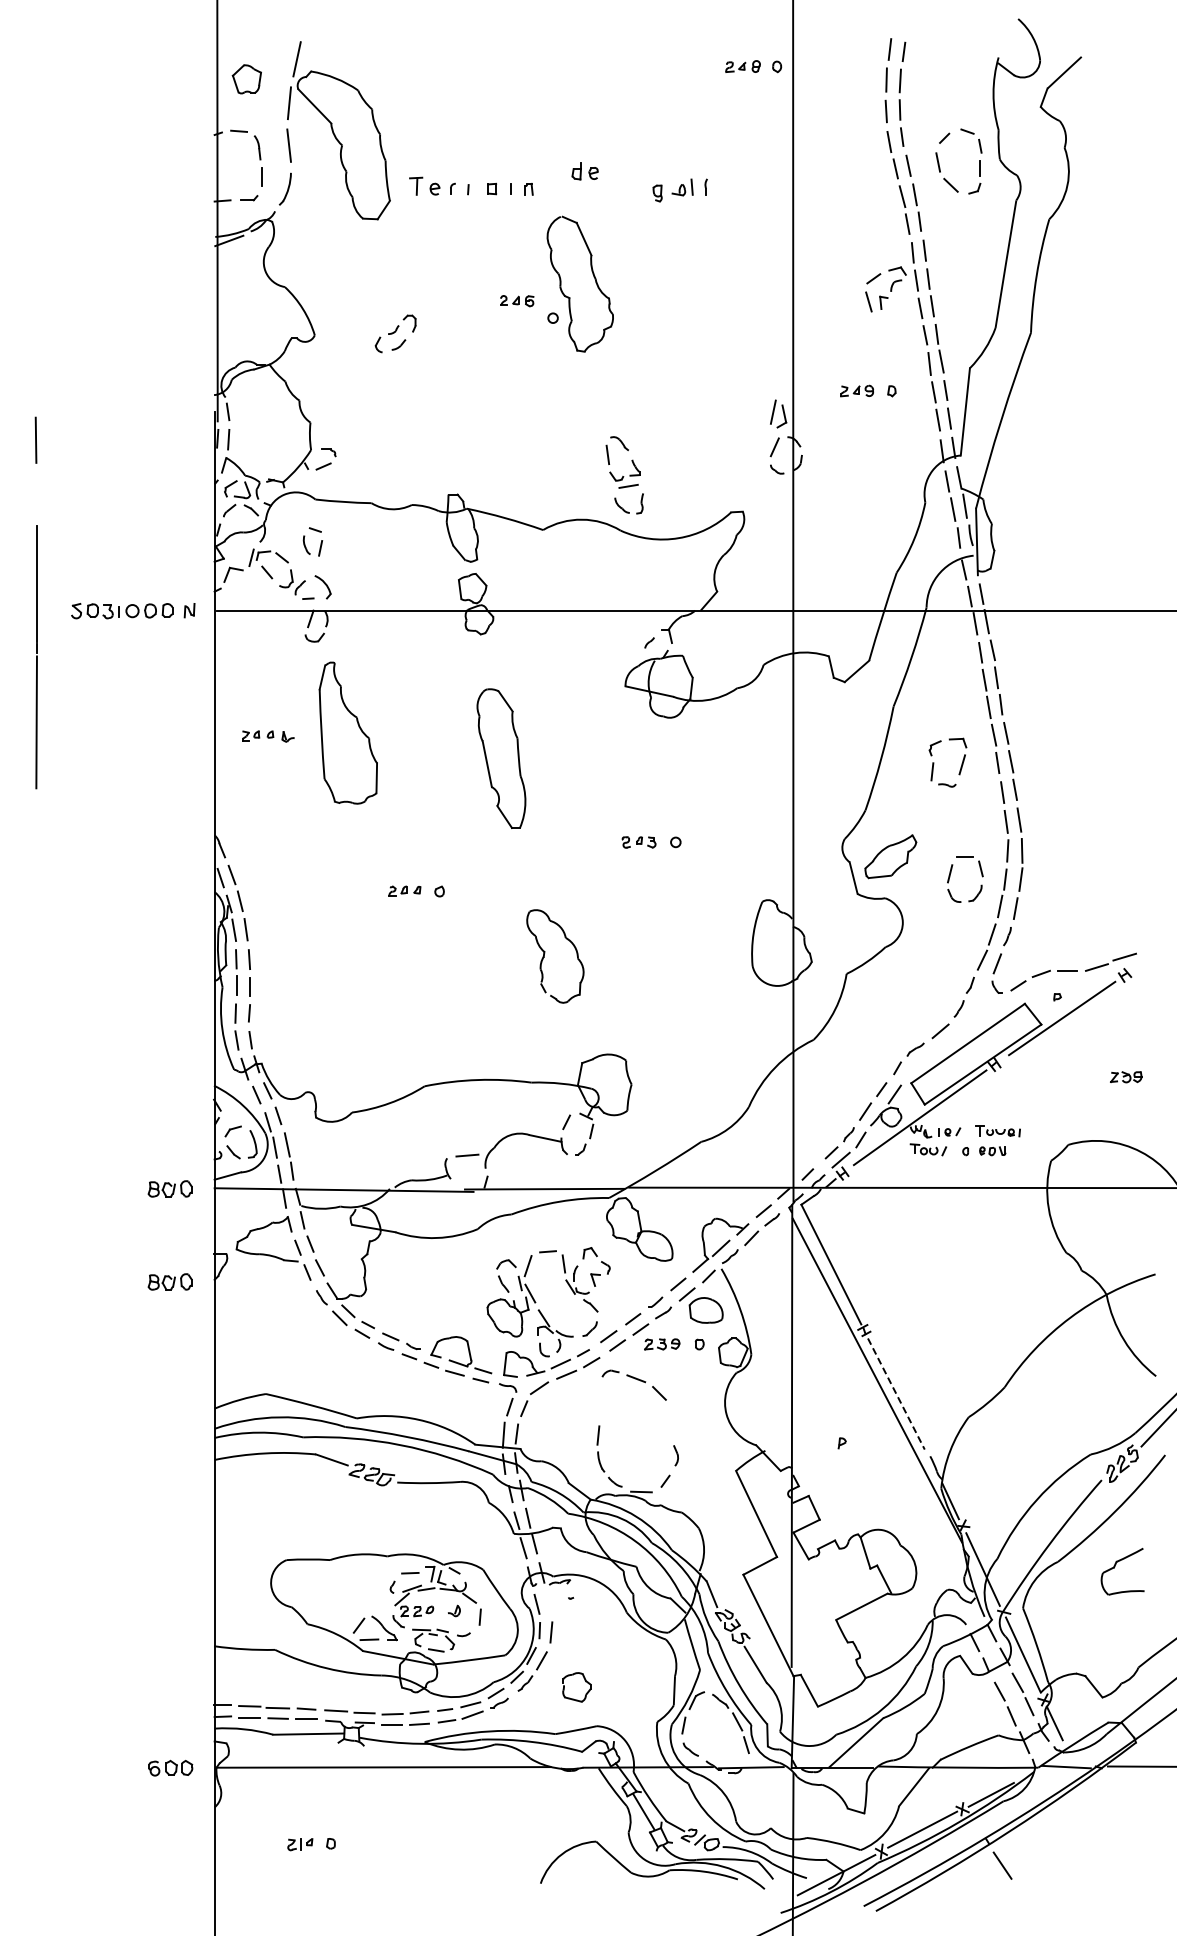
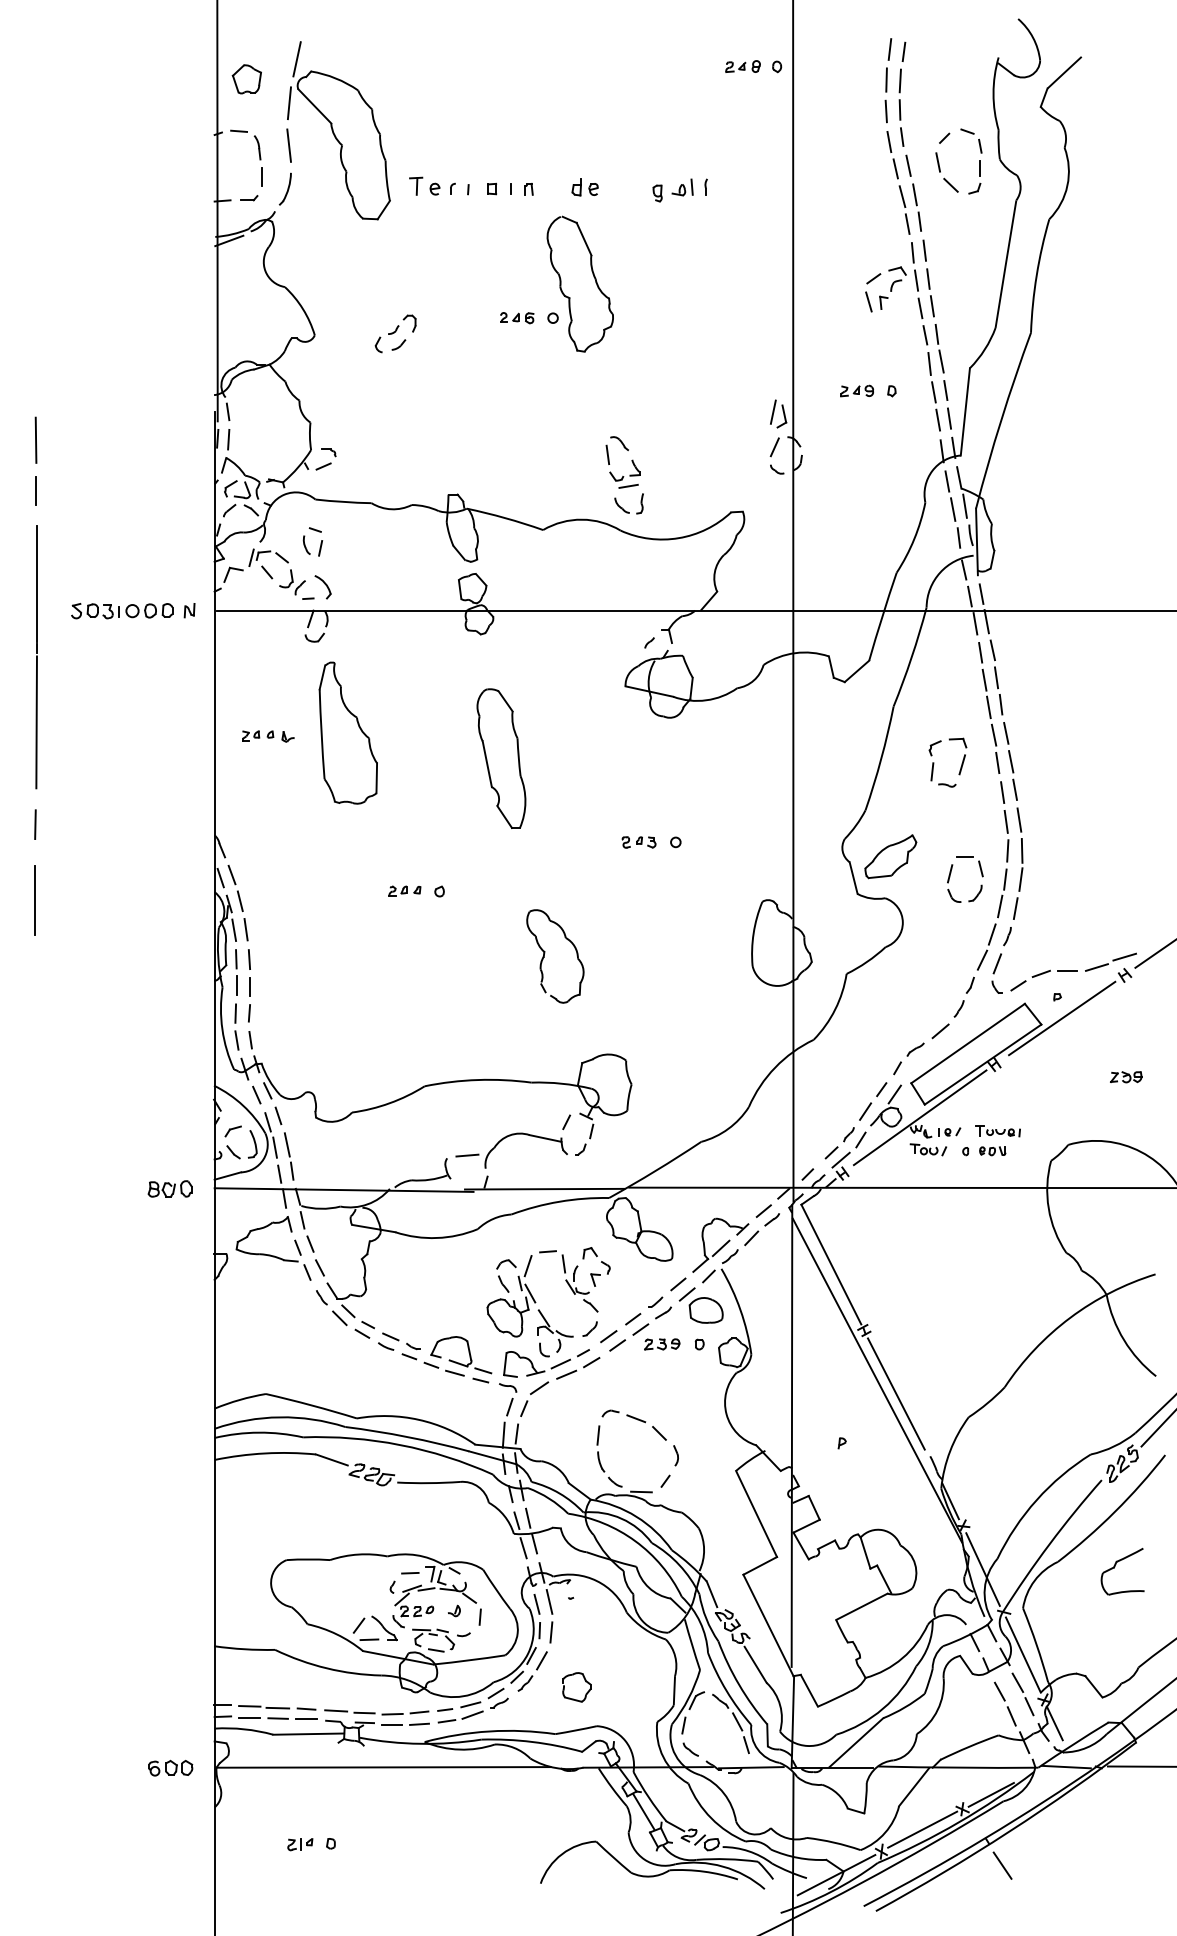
part at (584, 171) position: (584, 171) -> (584, 187)
part at (517, 301) position: (517, 301) -> (517, 318)
line at (36, 490): none -> present
line at (35, 824): none -> present
line at (35, 900): none -> present
line at (1154, 954): none -> present
part at (169, 1281): present -> none
part at (633, 1384) position: (633, 1384) -> (633, 1424)
line at (896, 1394): dashed -> solid
line at (549, 1601): none -> present
